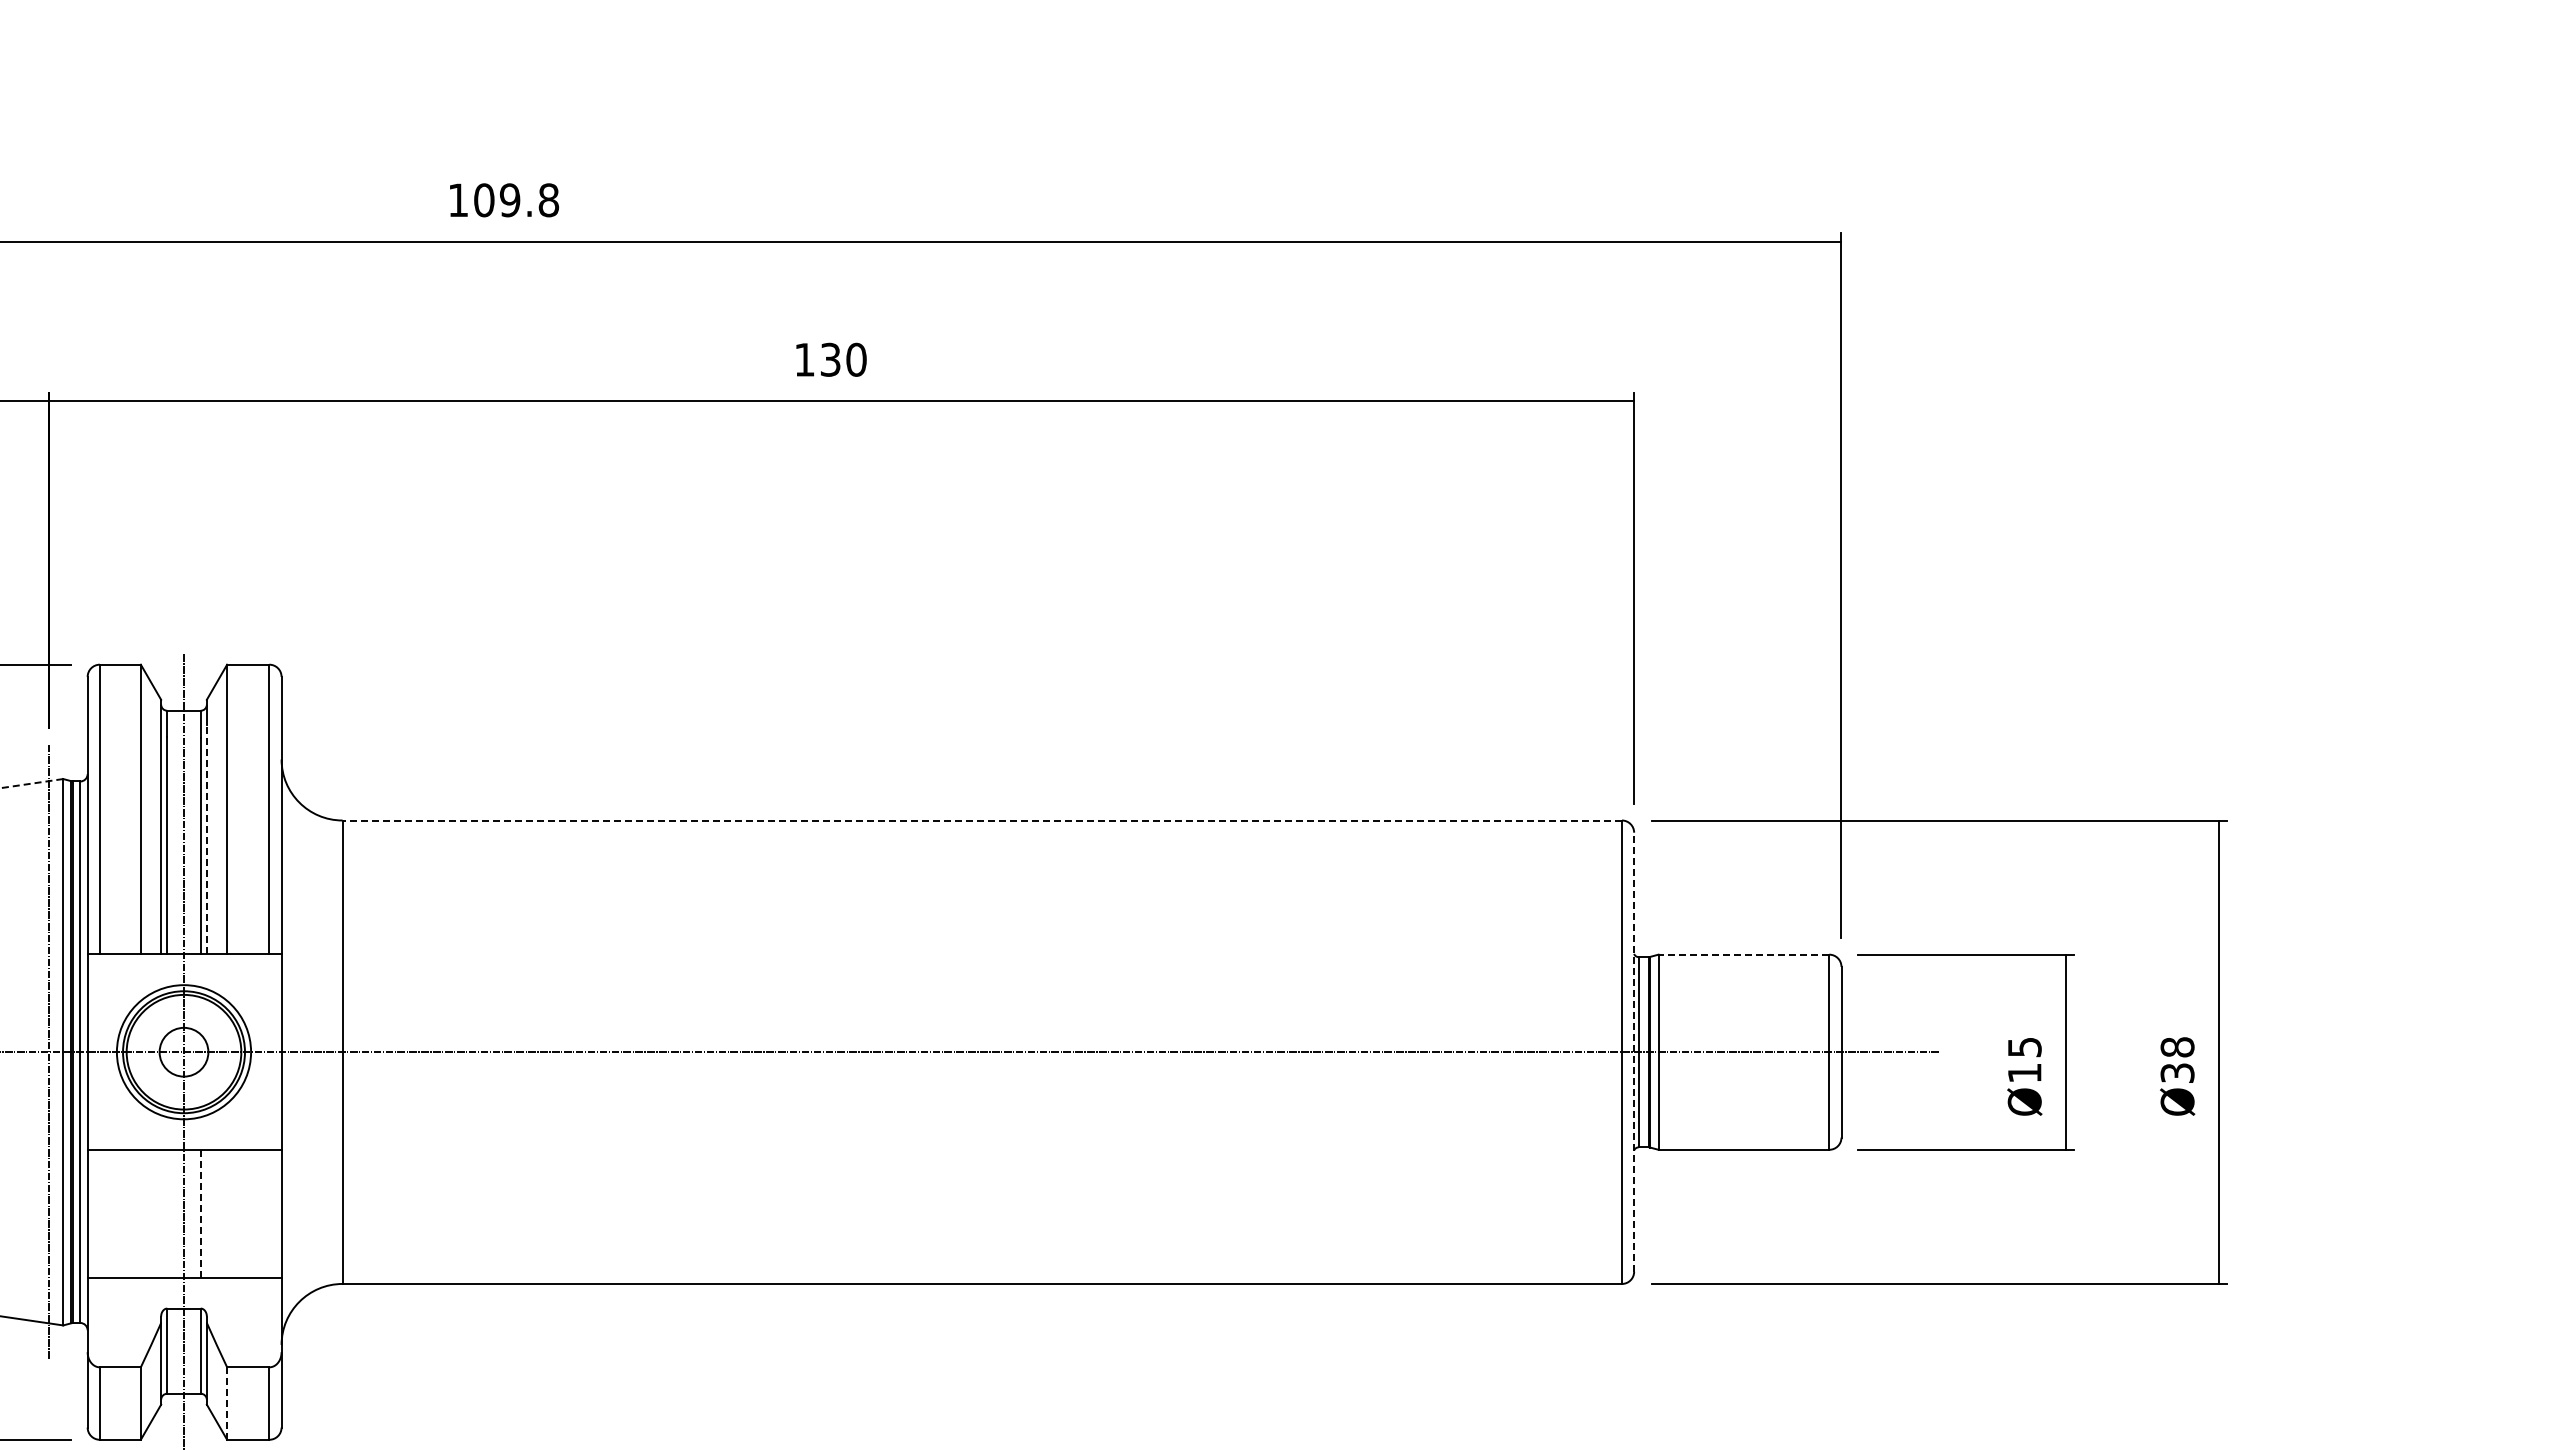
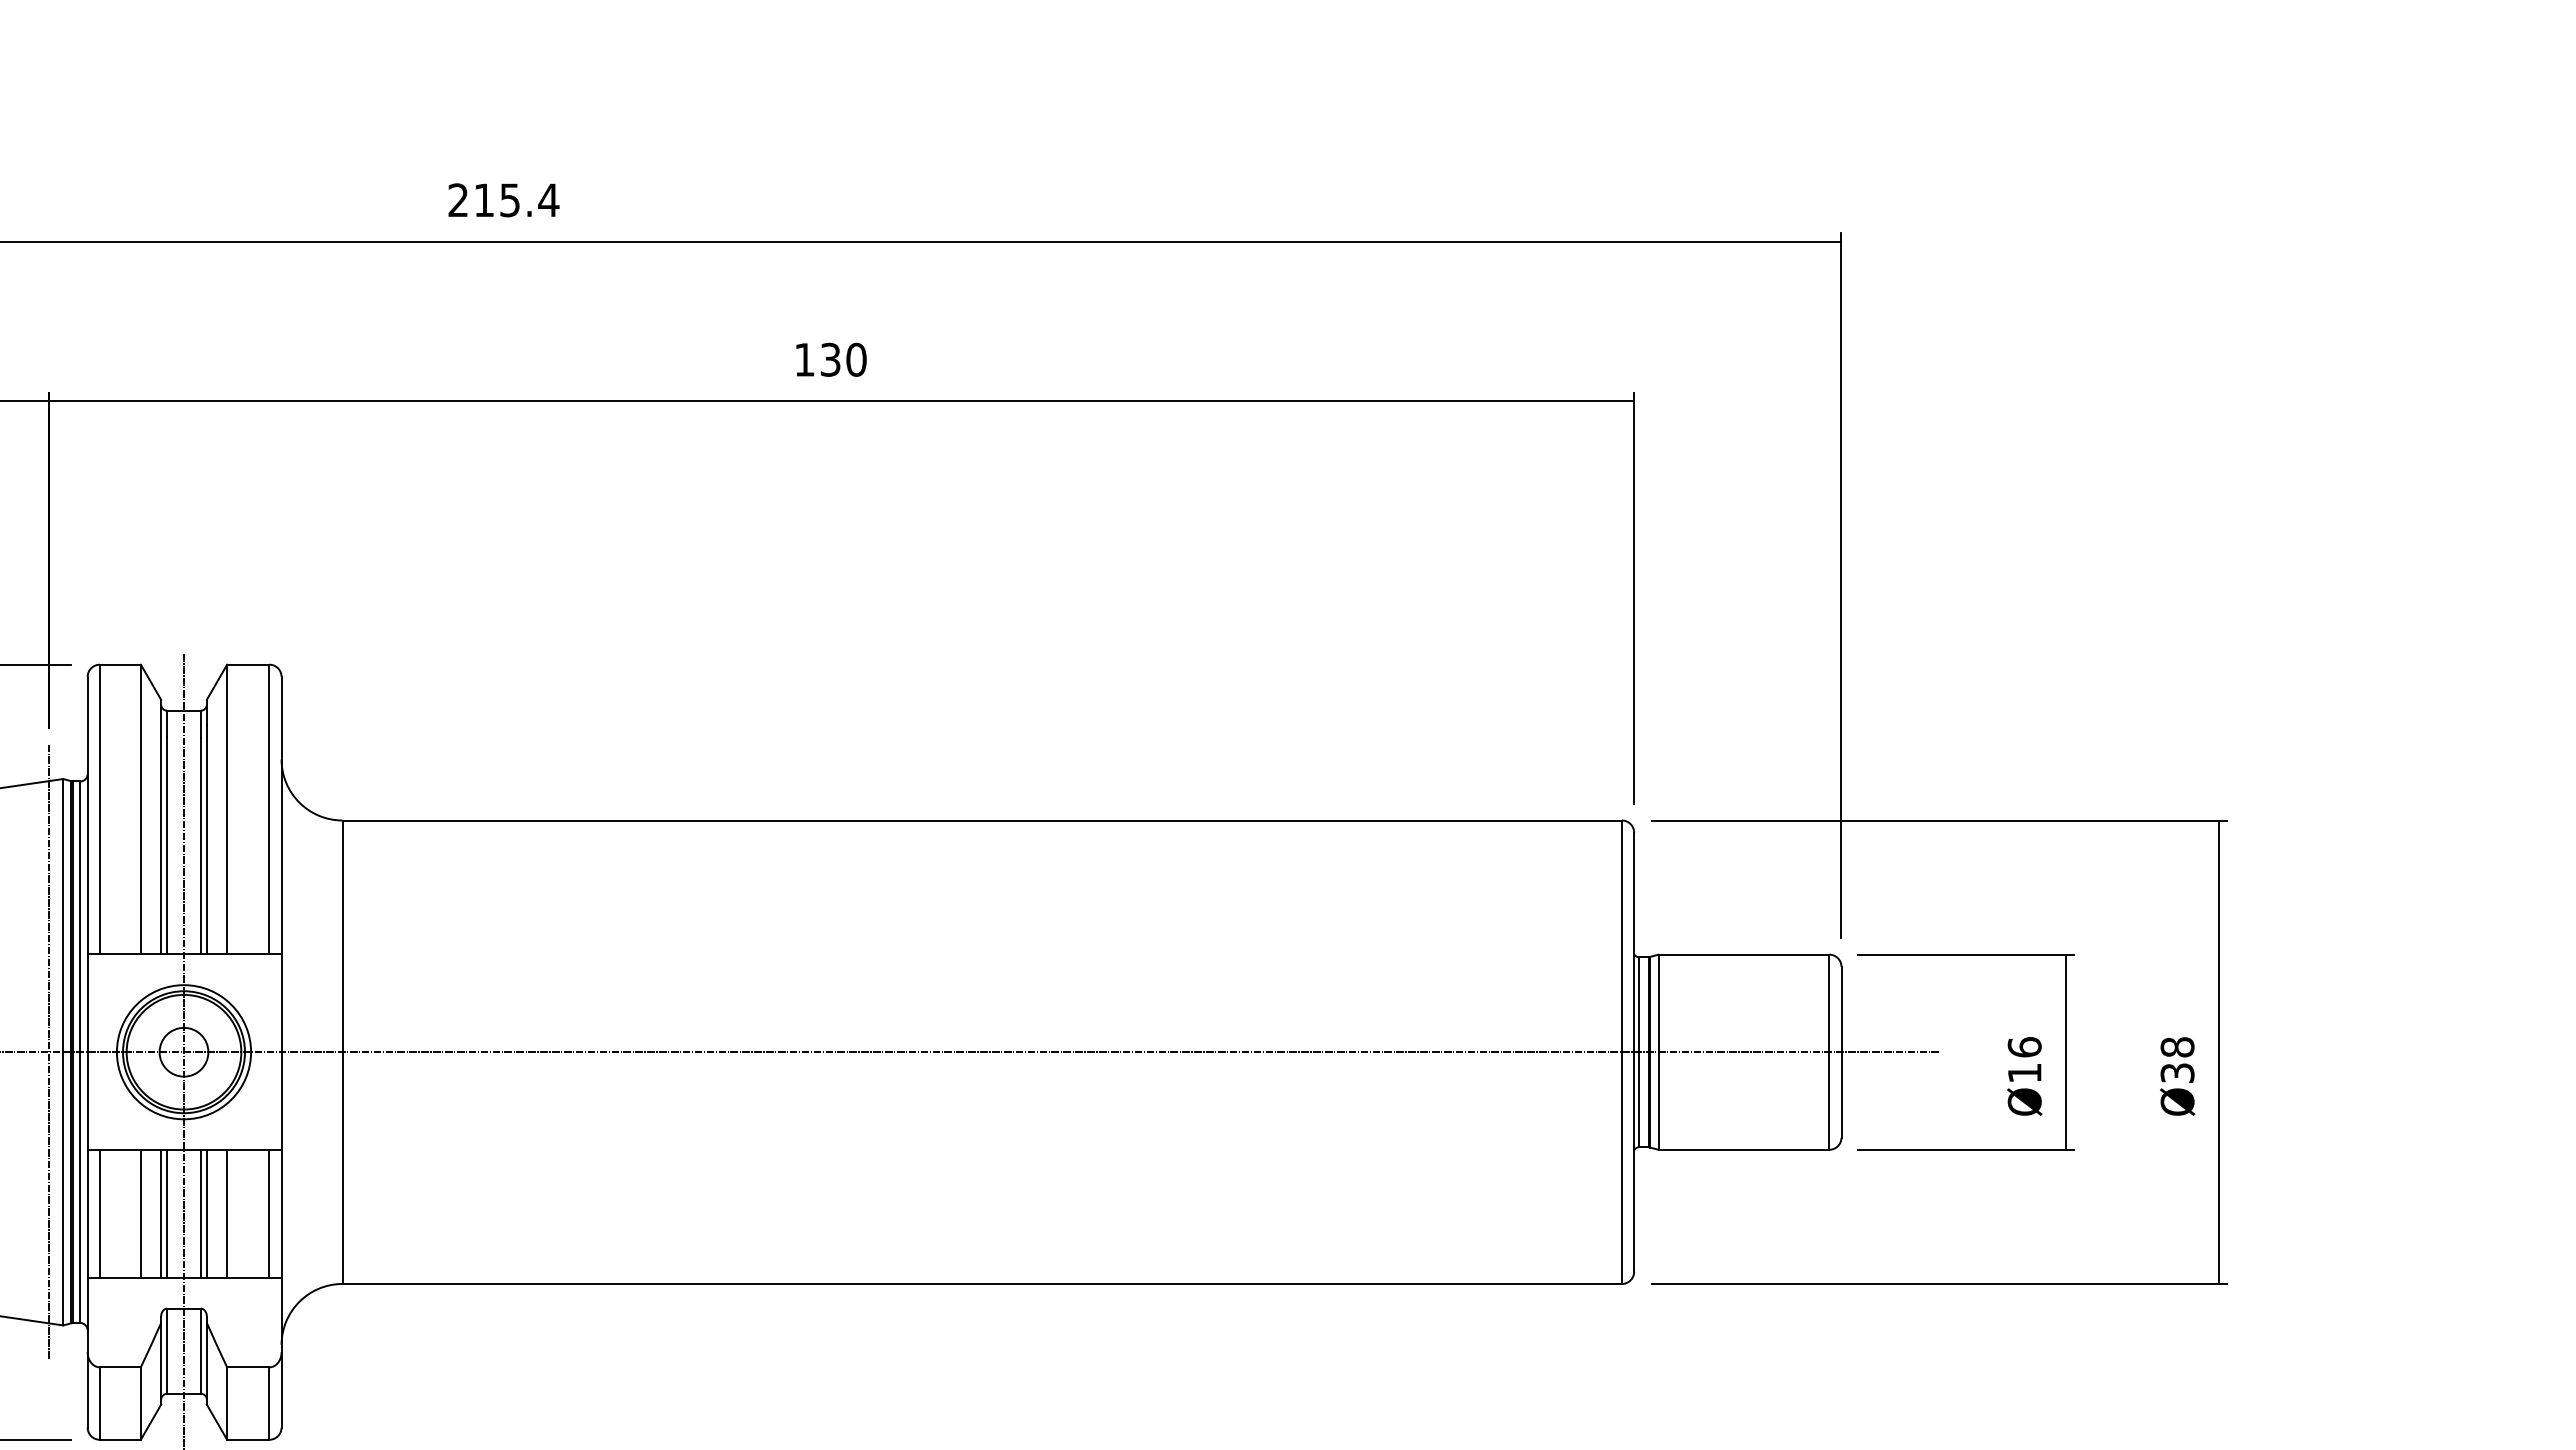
text at (503, 200): 109.8 -> 215.4
line at (31, 783): dashed -> solid
line at (982, 820): dashed -> solid
line at (206, 839): dashed -> solid
line at (1743, 954): dashed -> solid
text at (2024, 1047): Ø15 -> Ø16
line at (1634, 1052): dashed -> solid
line at (99, 1213): none -> present
line at (140, 1213): none -> present
line at (161, 1213): none -> present
line at (167, 1213): none -> present
line at (206, 1213): none -> present
line at (227, 1213): none -> present
line at (269, 1213): none -> present
line at (200, 1214): dashed -> solid
line at (227, 1404): dashed -> solid
